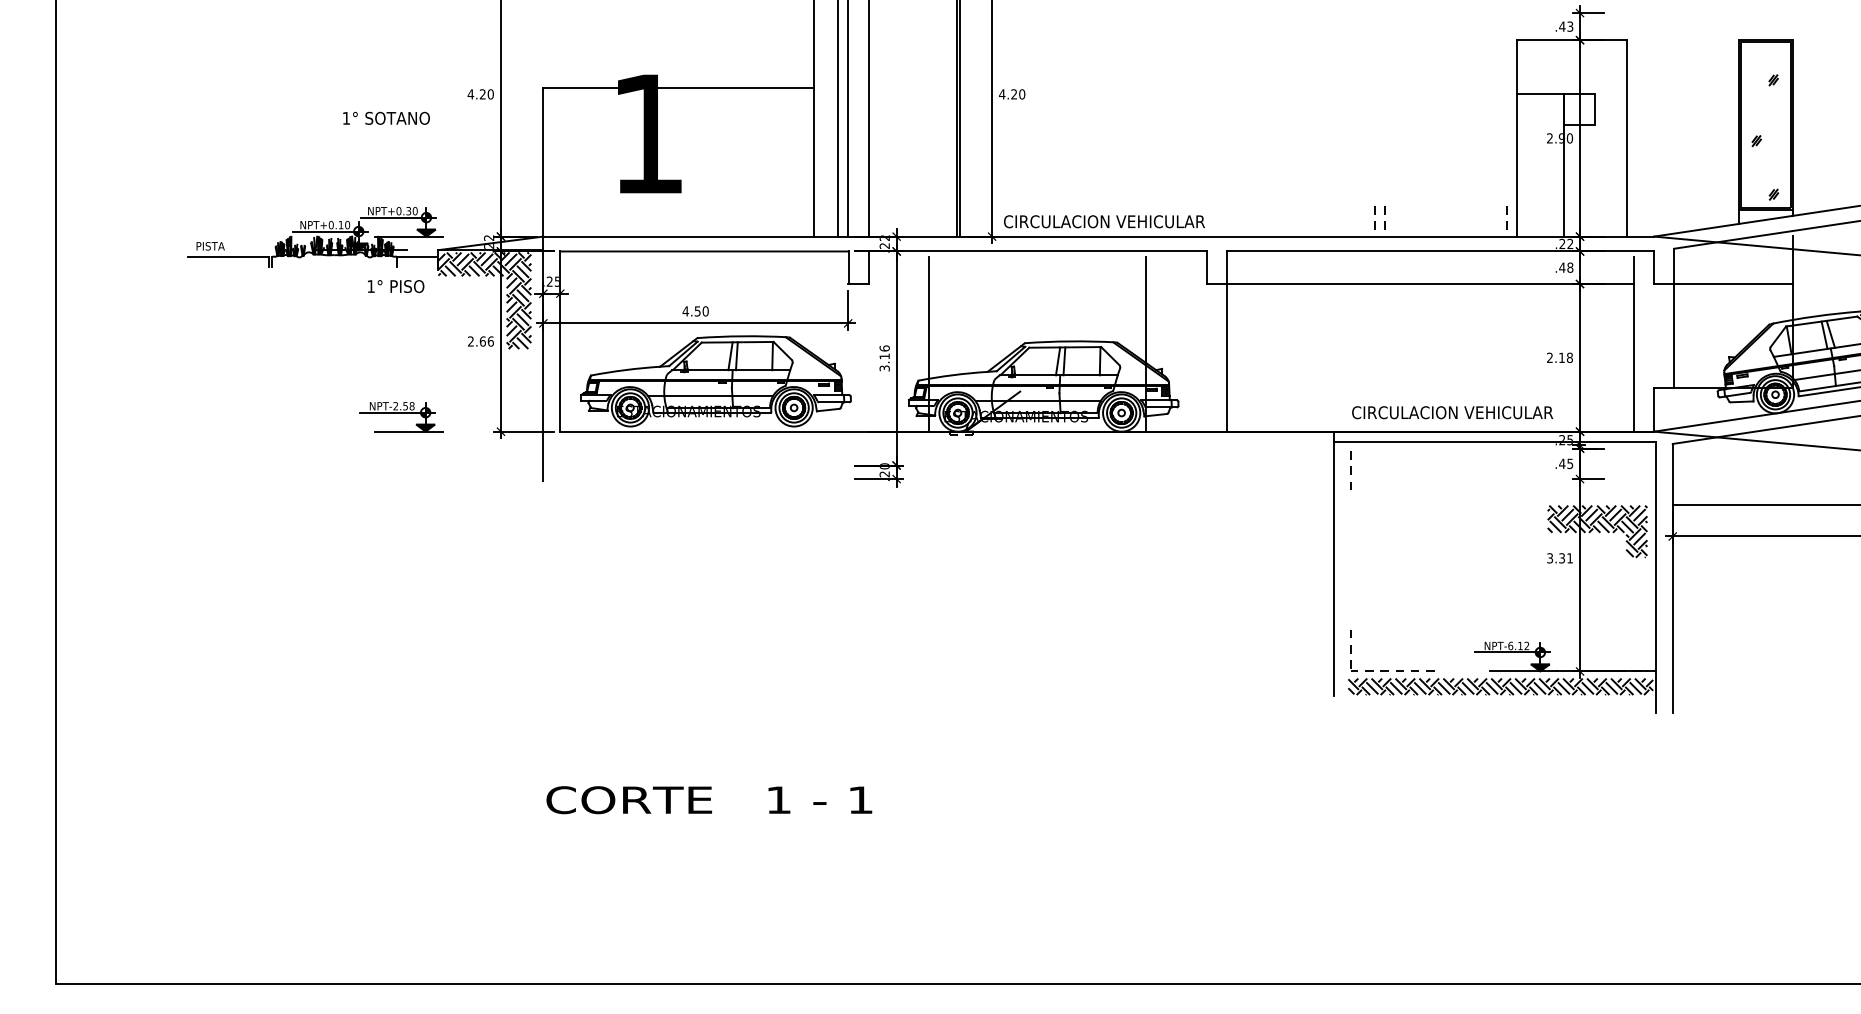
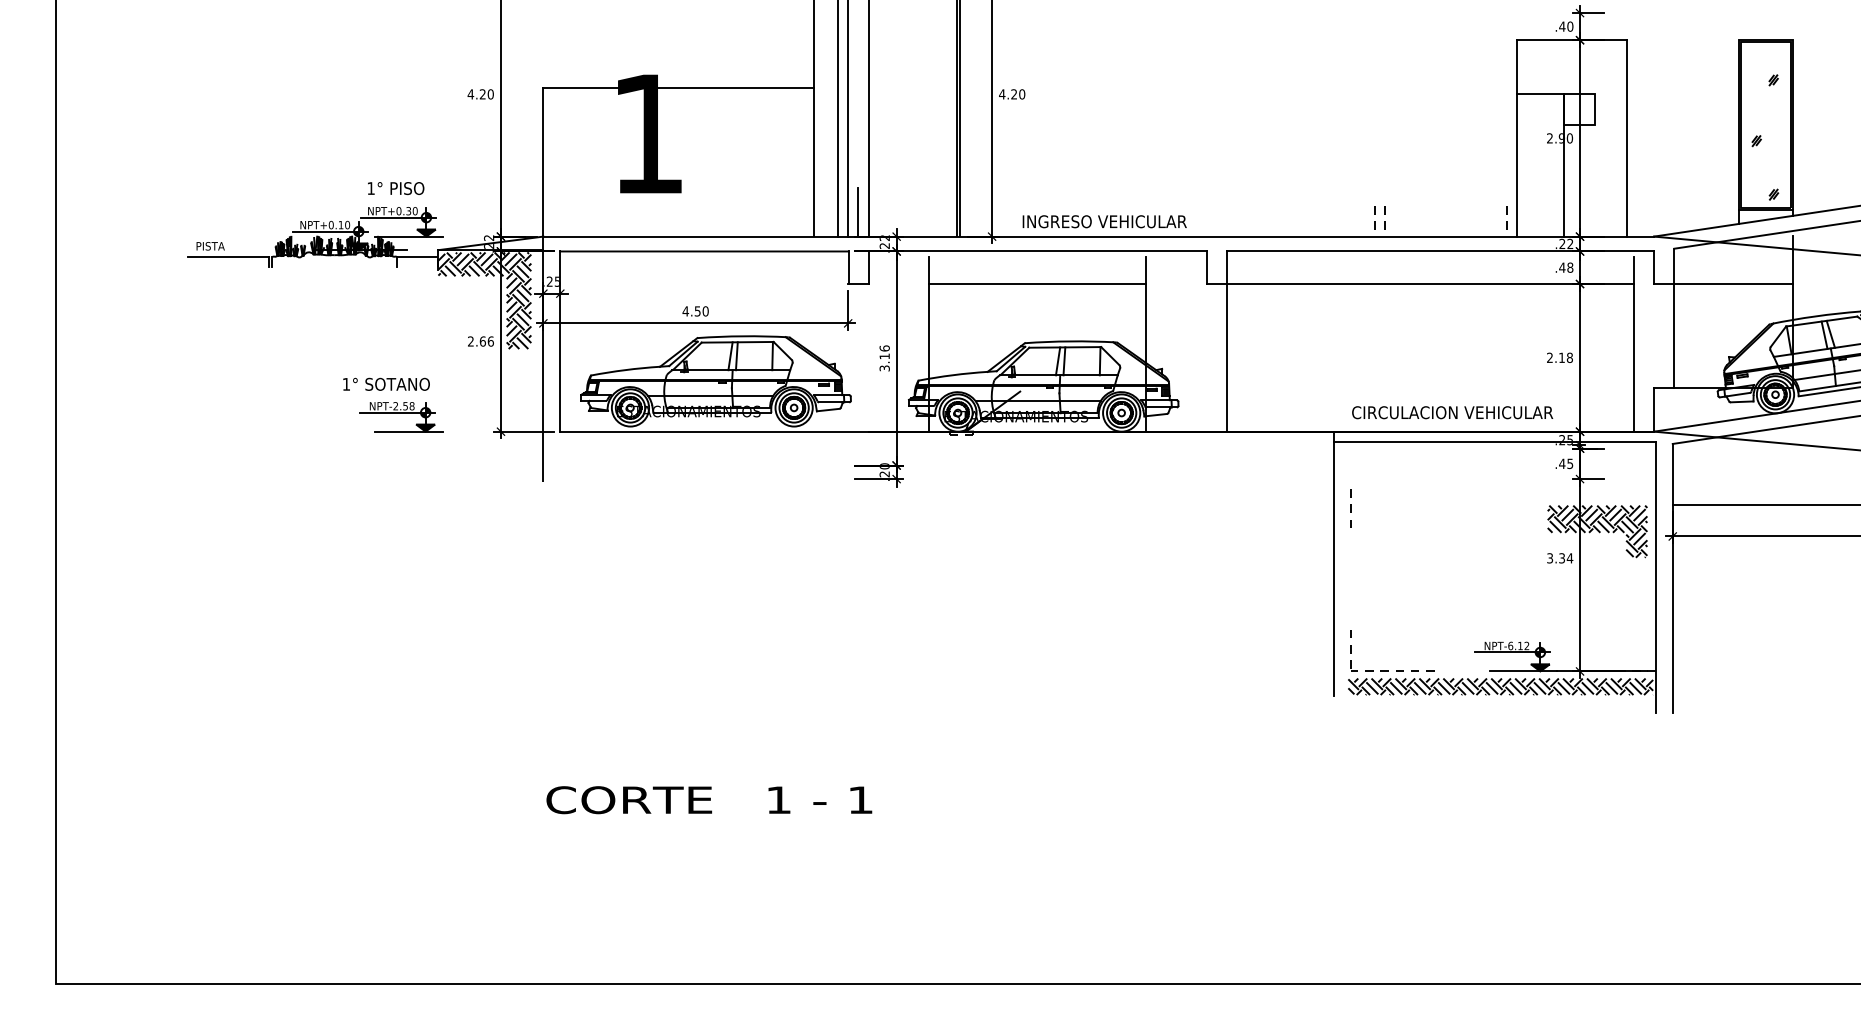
text at (1570, 26): .43 -> .40
text at (386, 117) position: (386, 117) -> (386, 383)
line at (858, 212): none -> present
text at (1104, 221): CIRCULACION VEHICULAR -> INGRESO VEHICULAR
line at (1037, 284): none -> present
text at (396, 286) position: (396, 286) -> (396, 188)
line at (1350, 470) position: (1350, 470) -> (1350, 508)
text at (1569, 558): 3.31 -> 3.34
